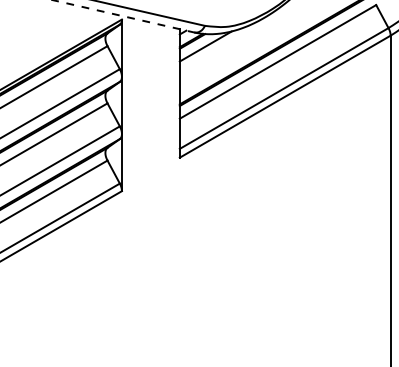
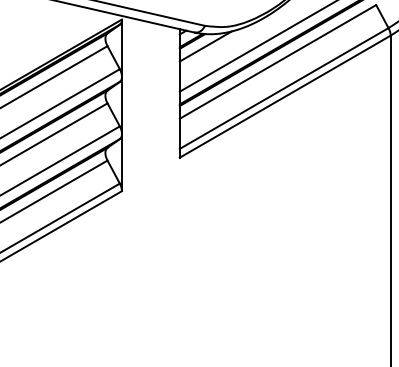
line at (123, 16): dashed -> solid
line at (256, 46): none -> present
